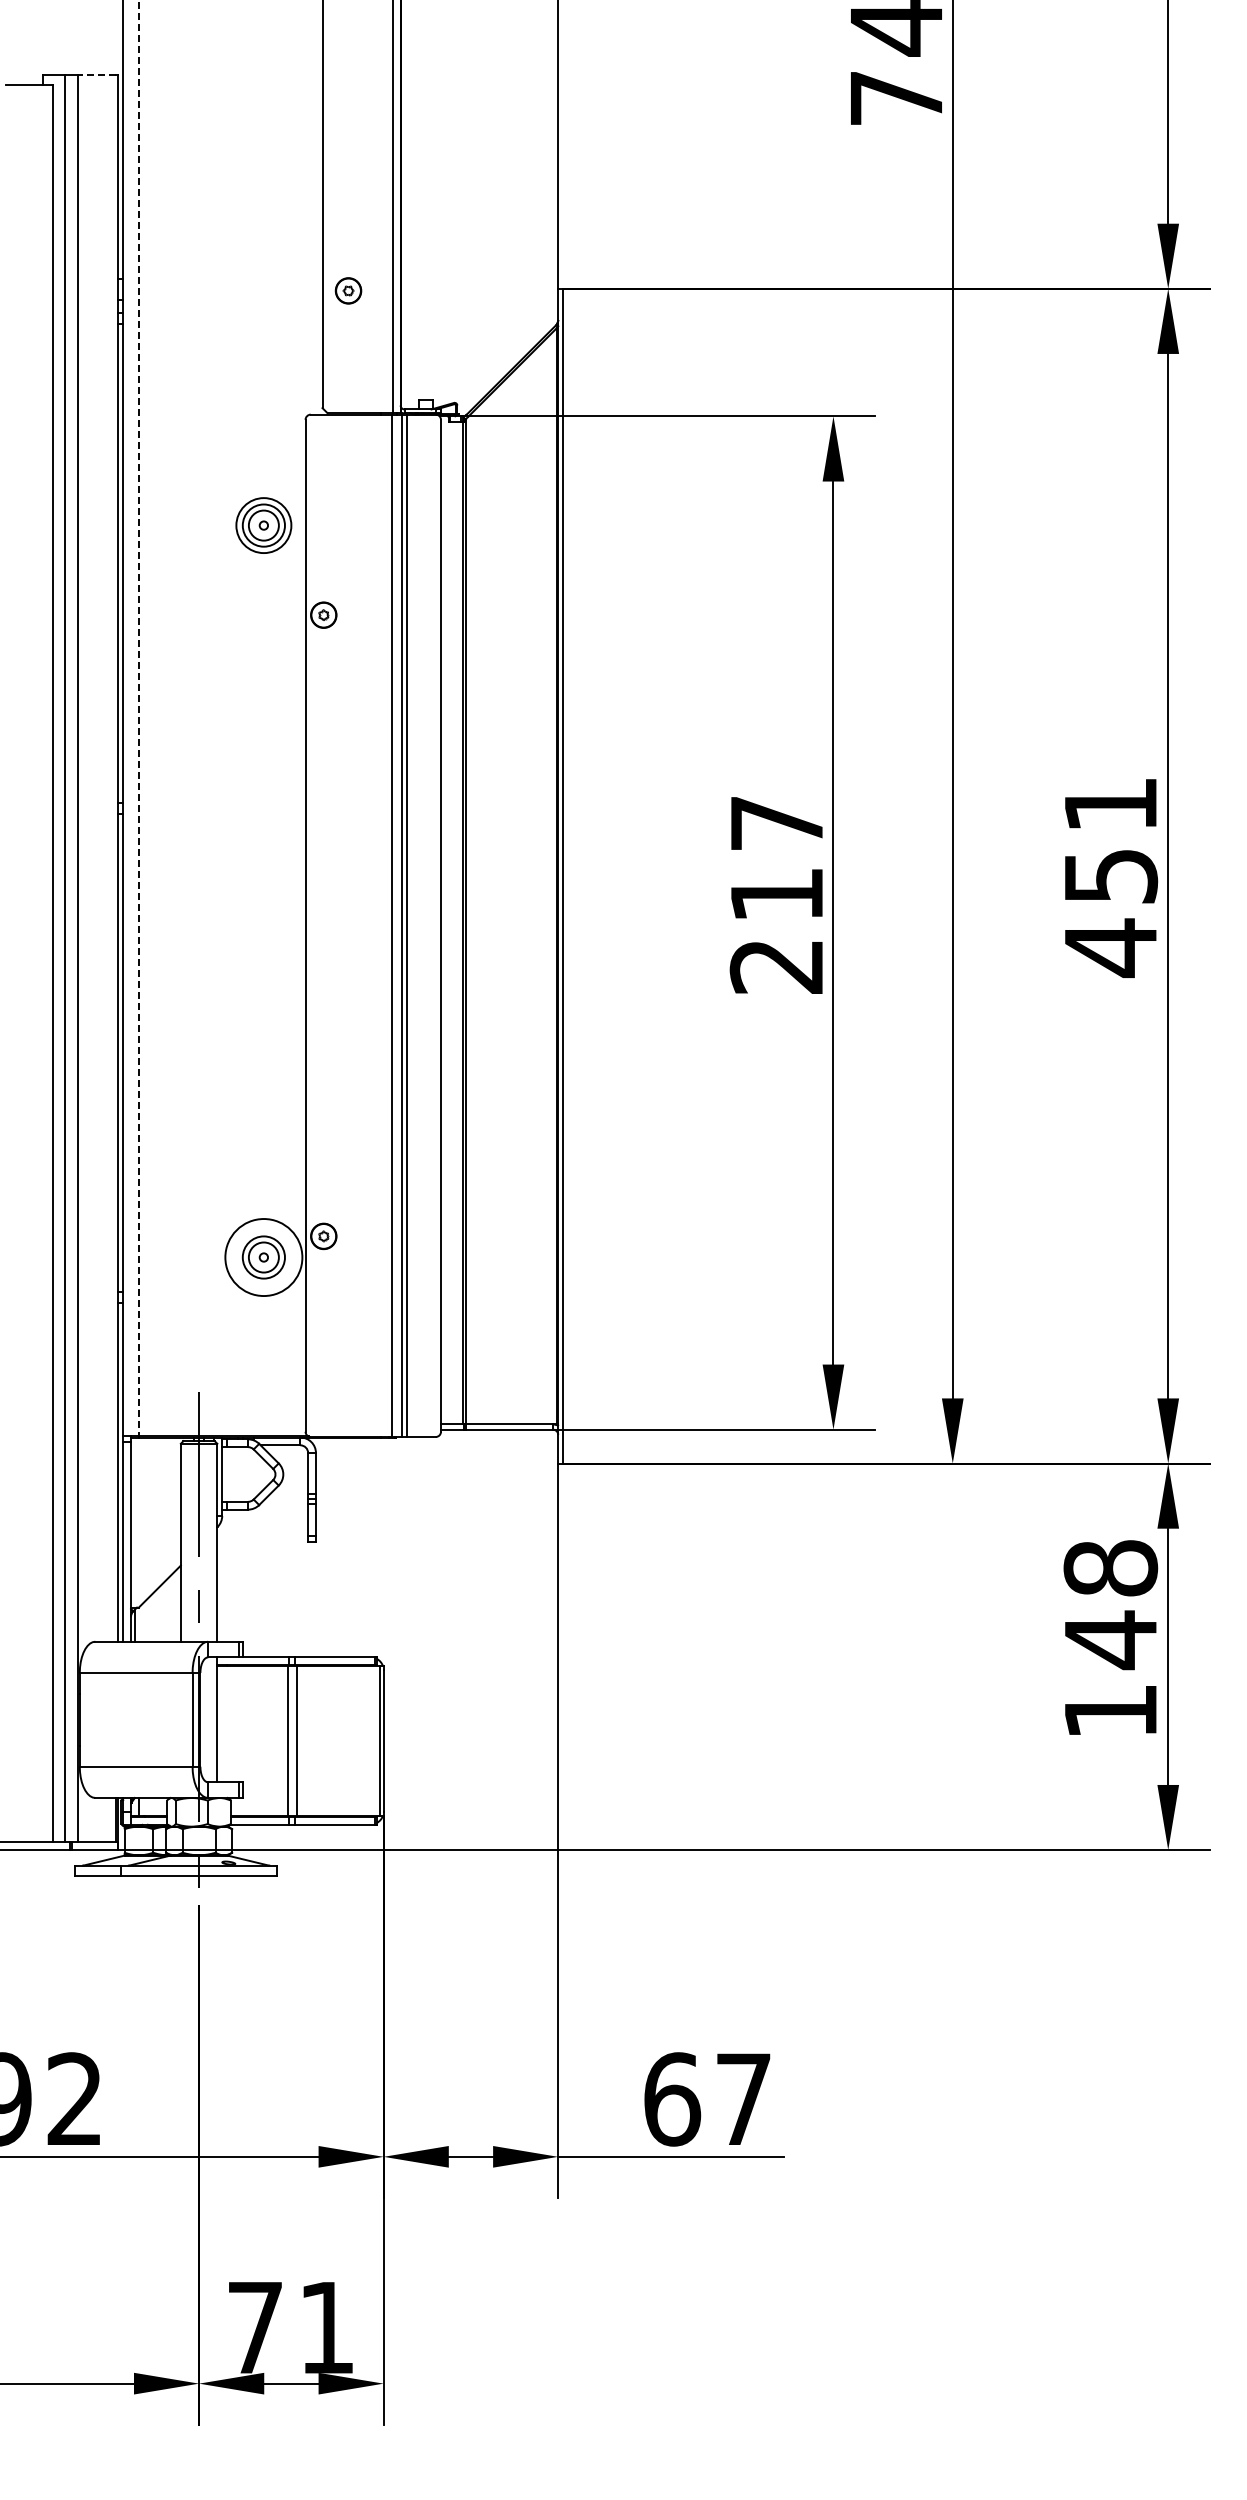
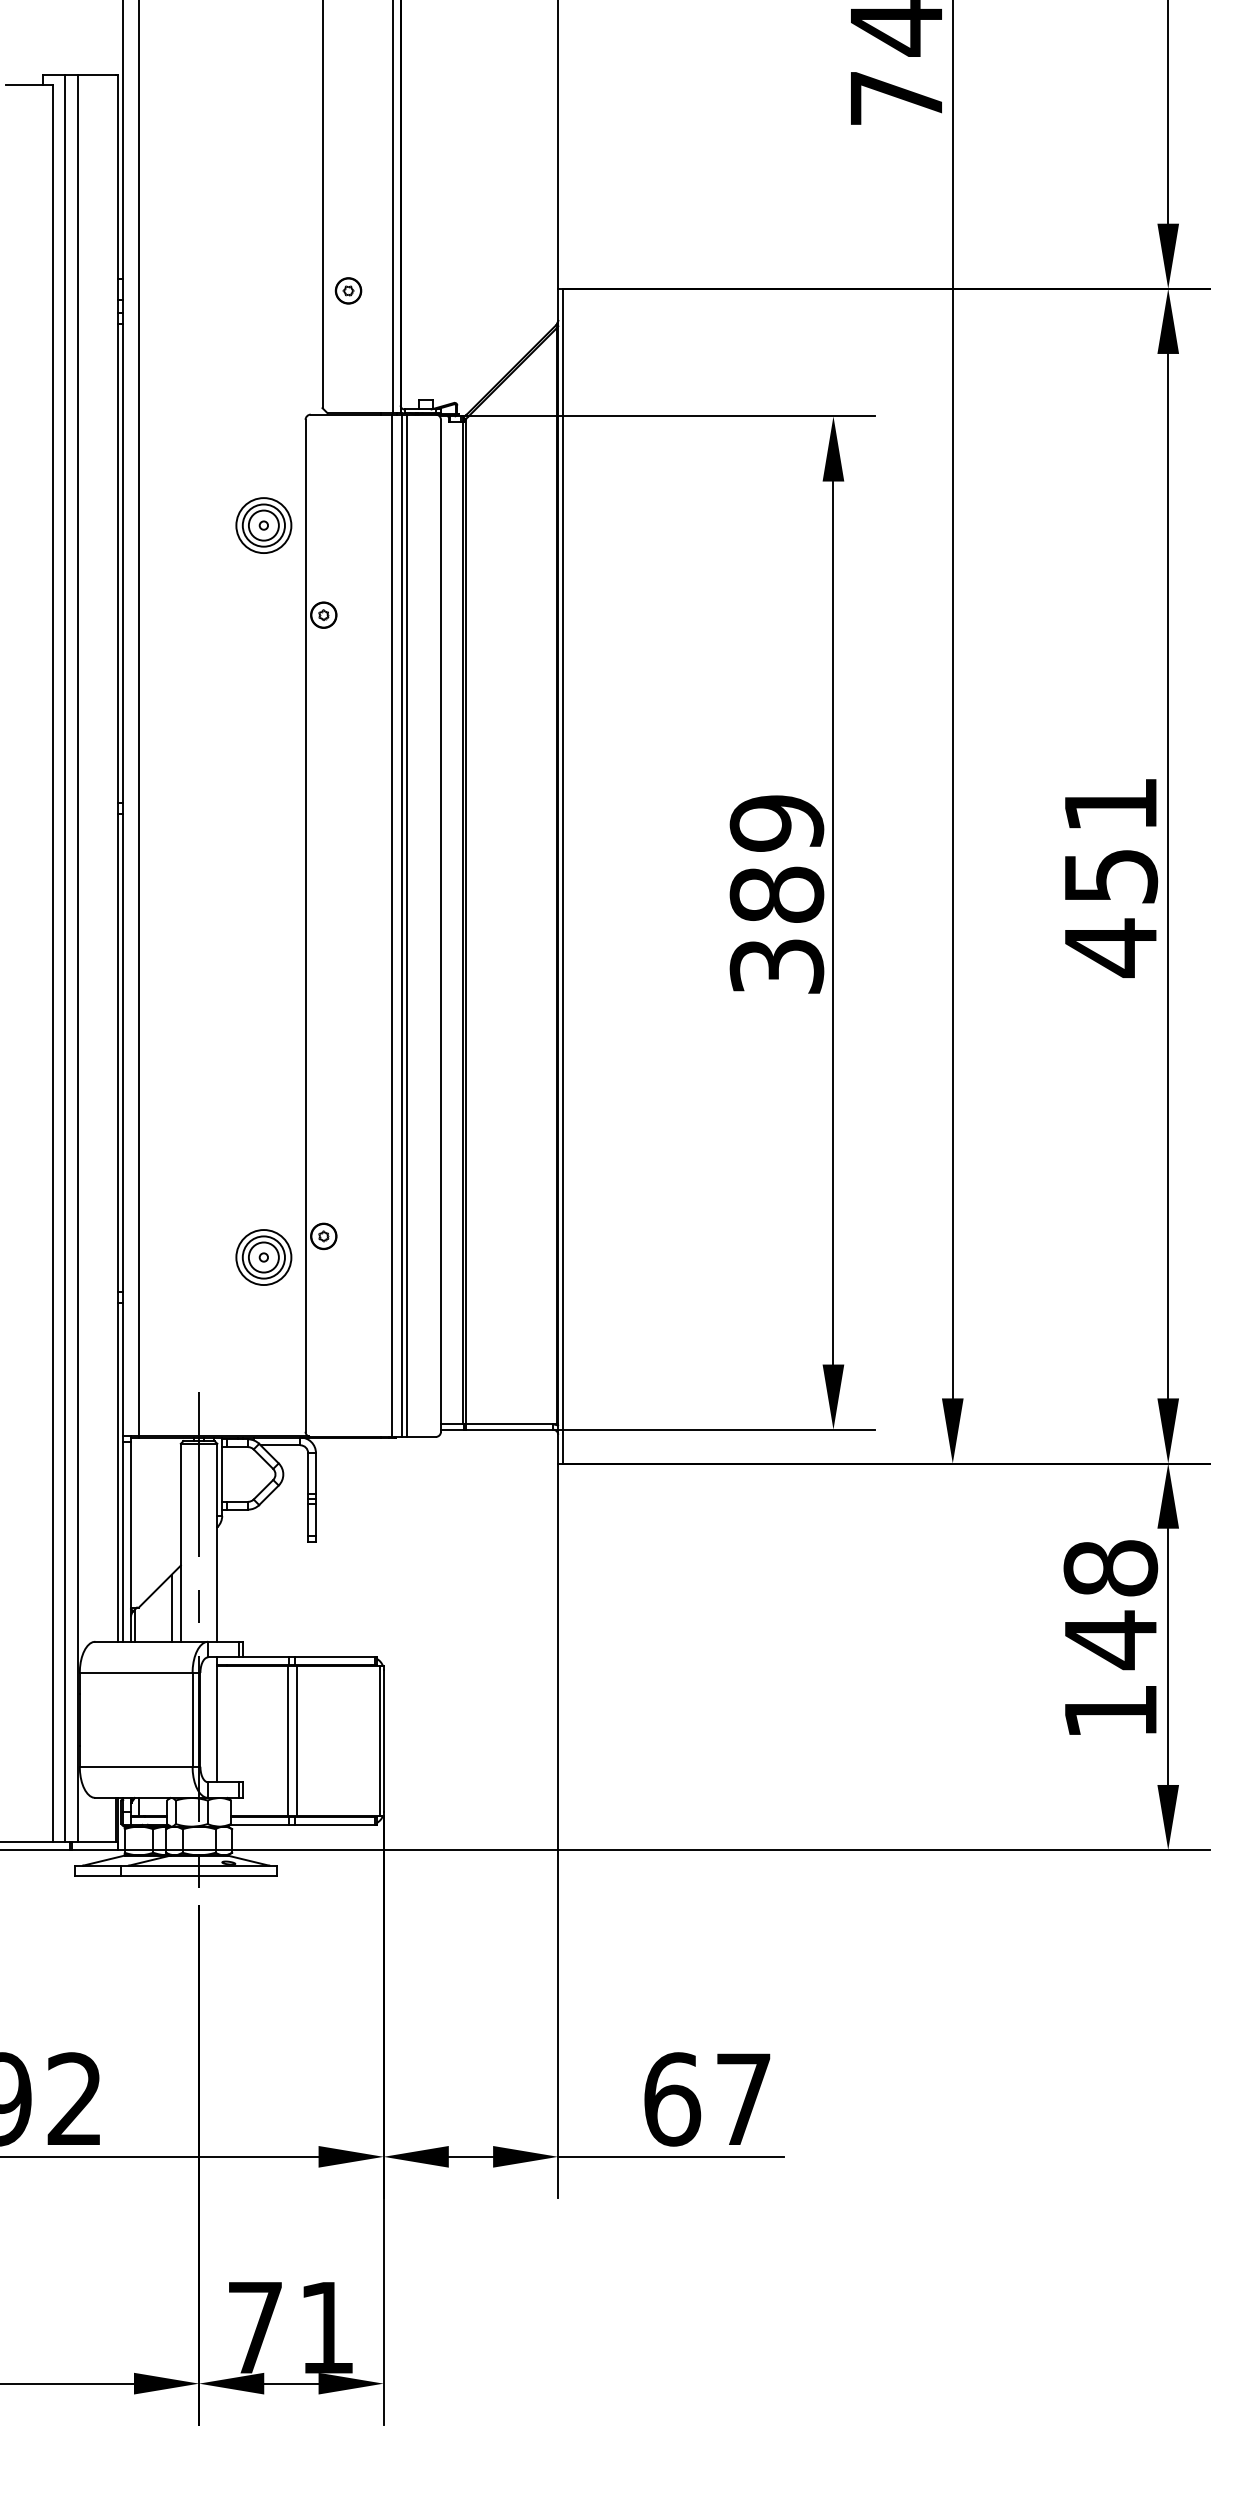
line at (97, 74): dashed -> solid
line at (138, 718): dashed -> solid
text at (776, 894): 217 -> 389
circle at (263, 1257) diameter: 77 px -> 55 px
line at (171, 1607): none -> present
